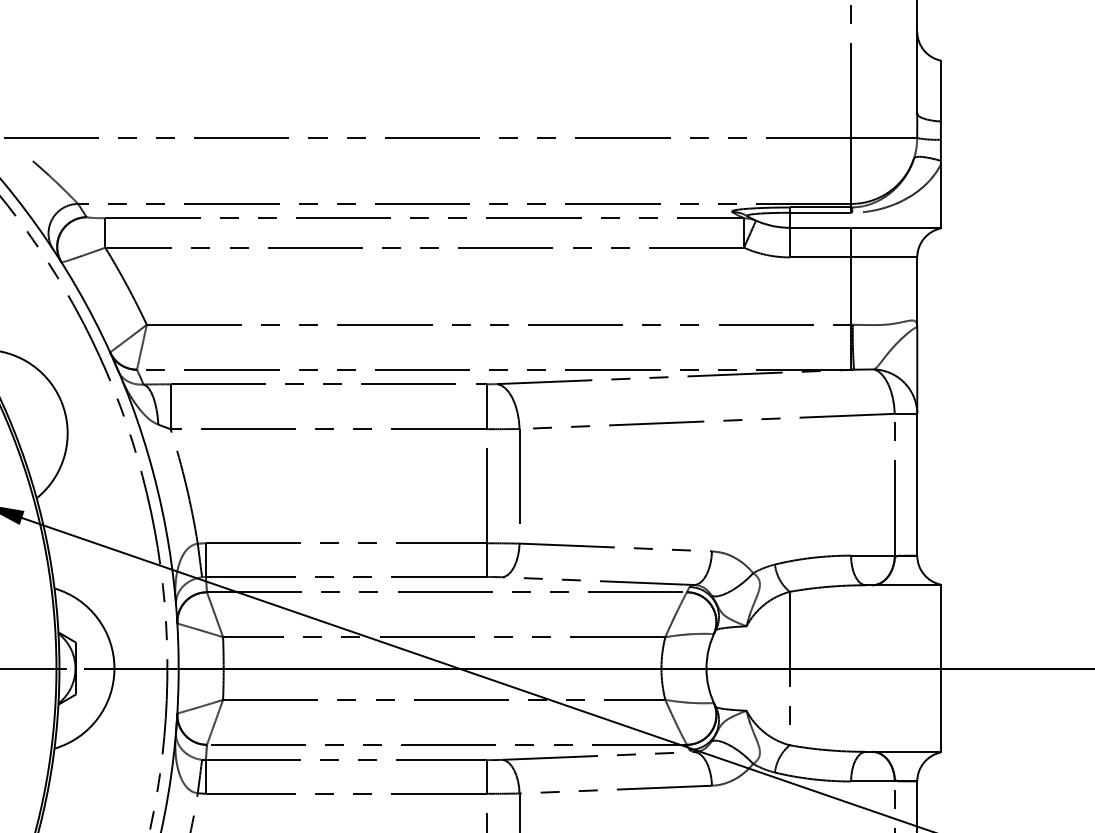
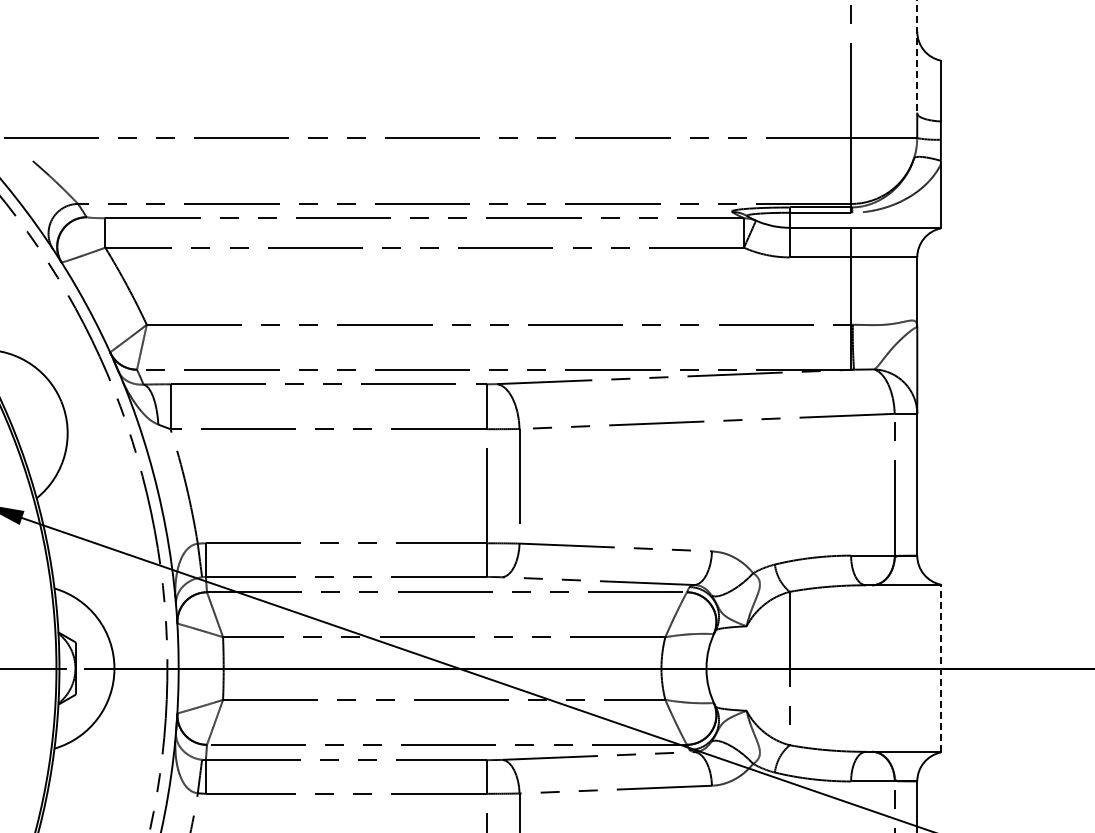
line at (917, 57): solid -> dashed
line at (940, 668): solid -> dashed
